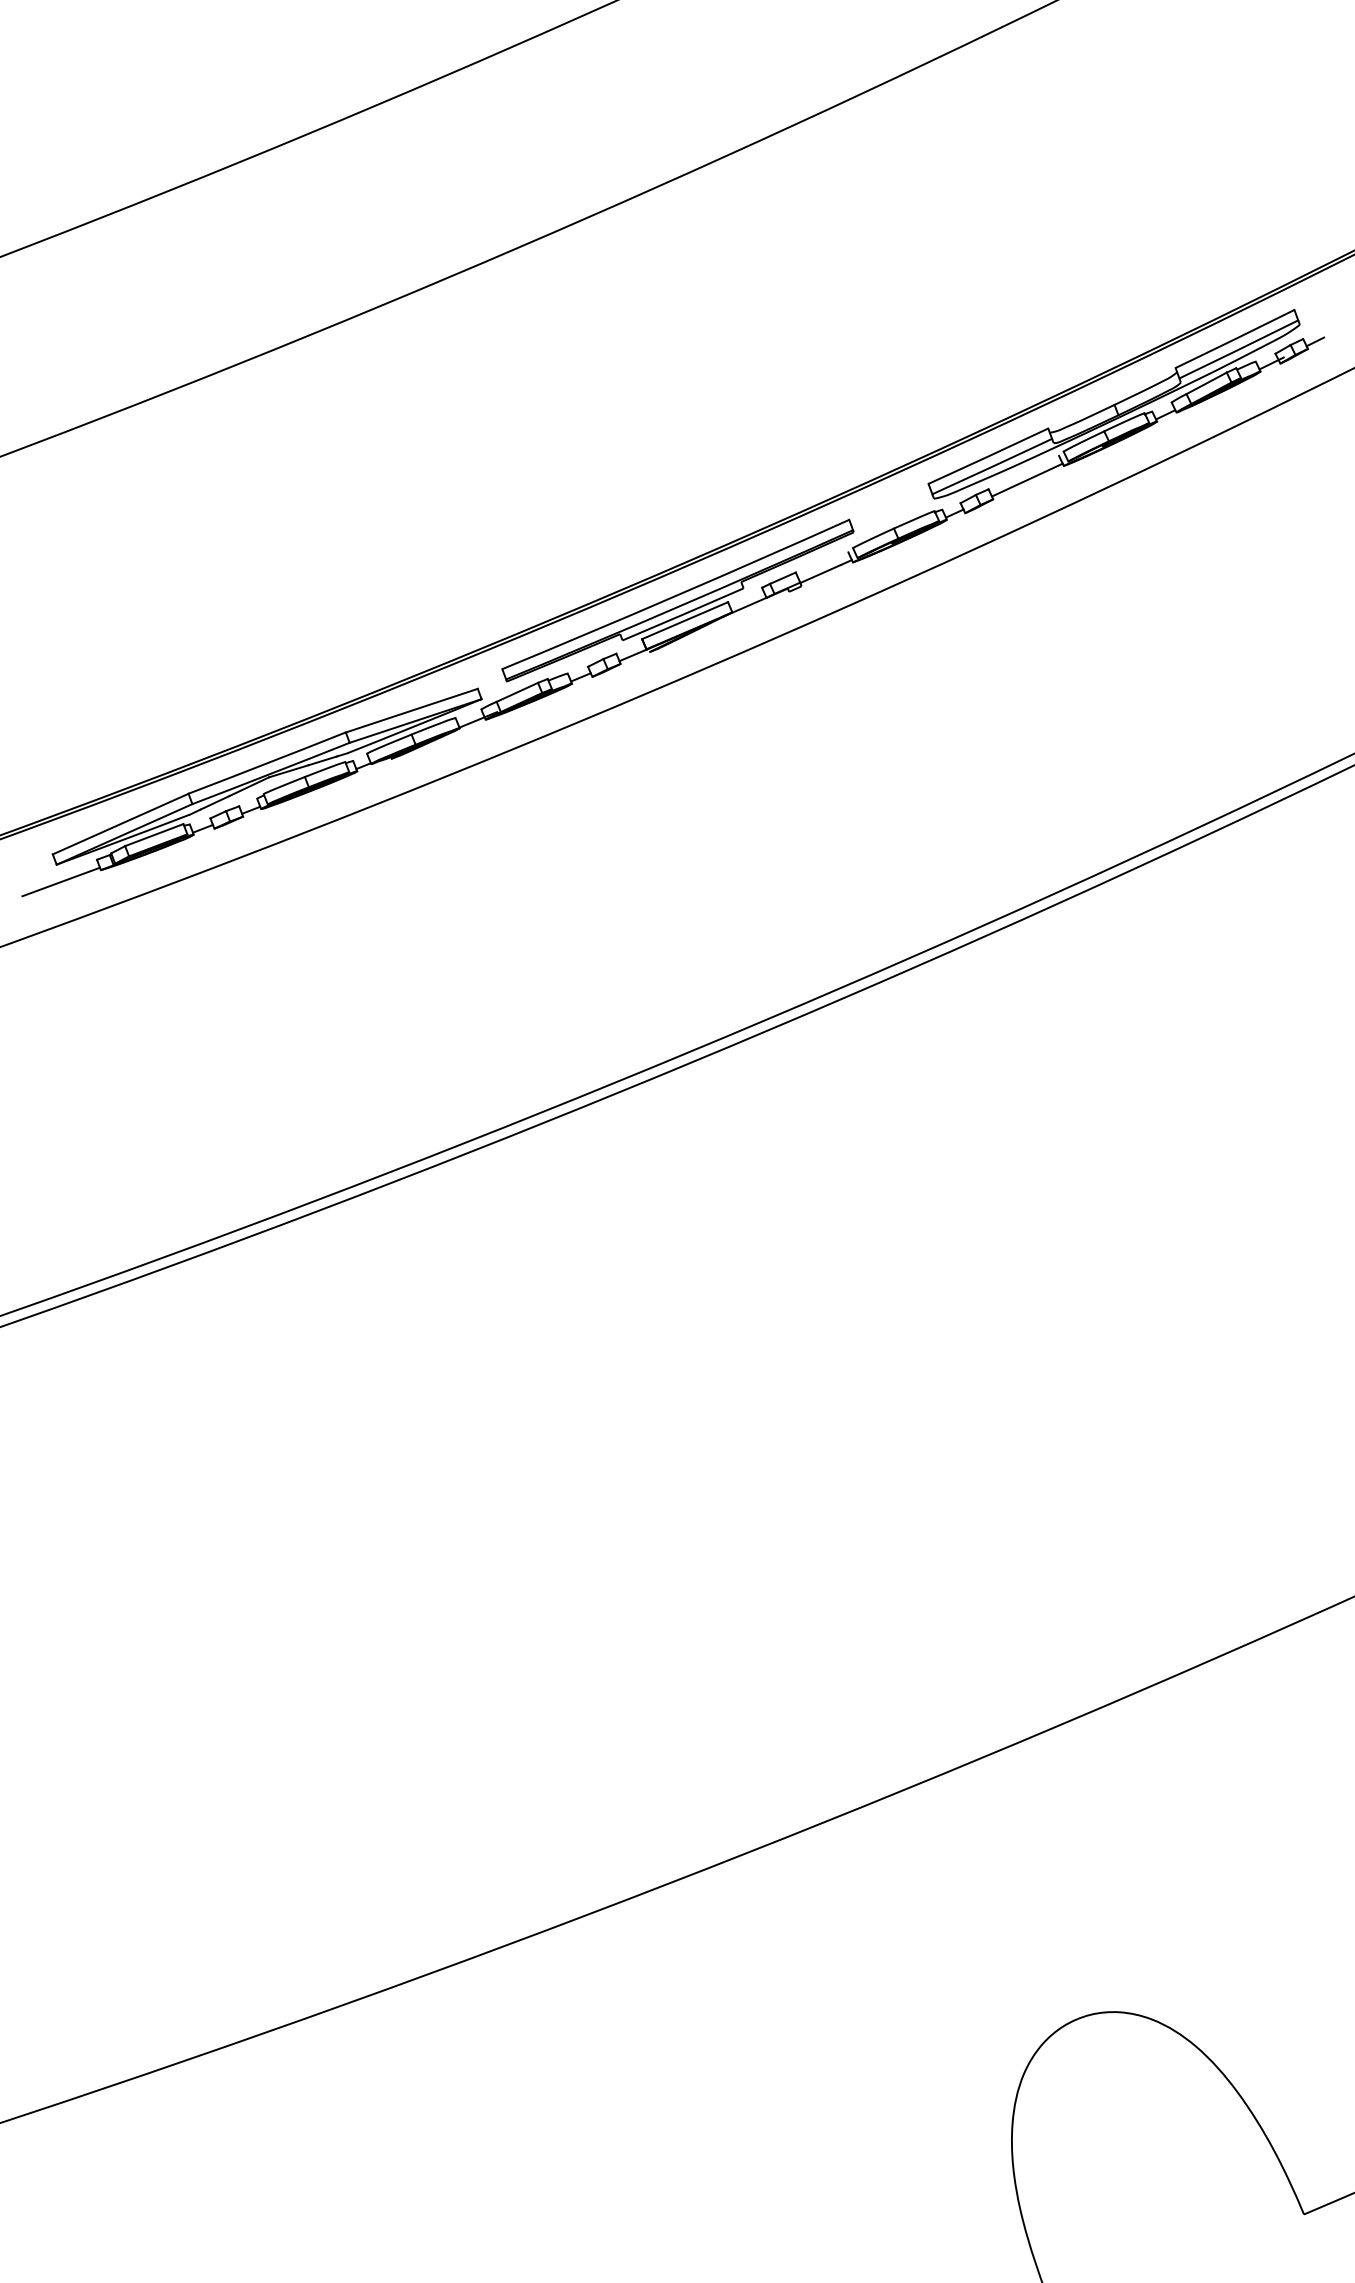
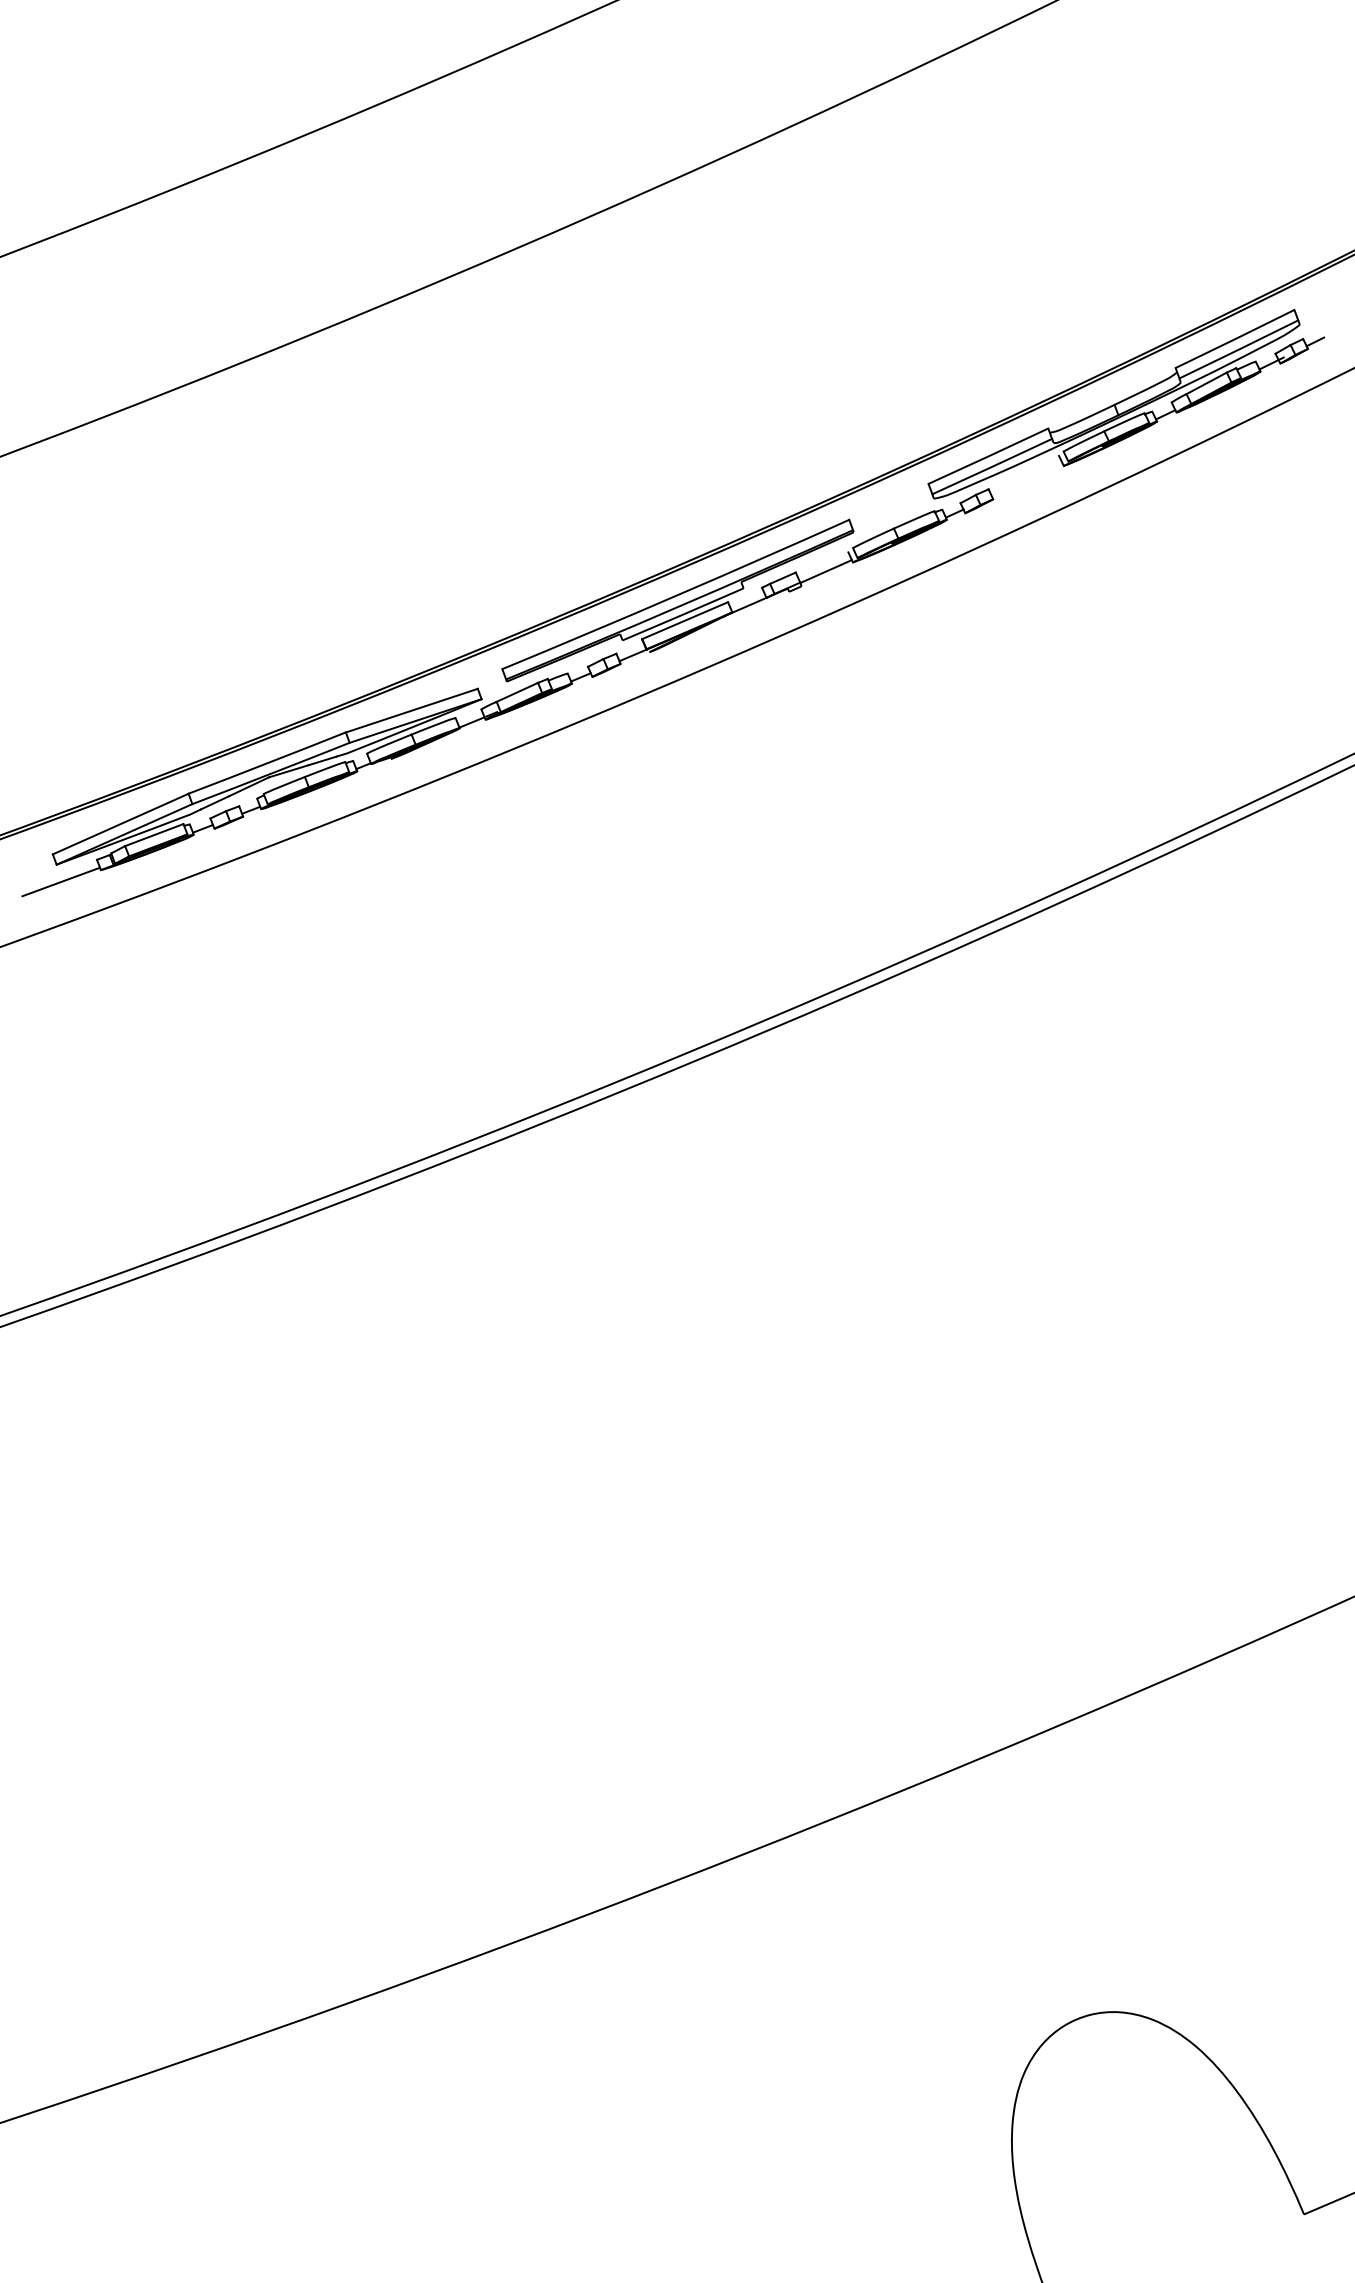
line at (1027, 479): present -> none
